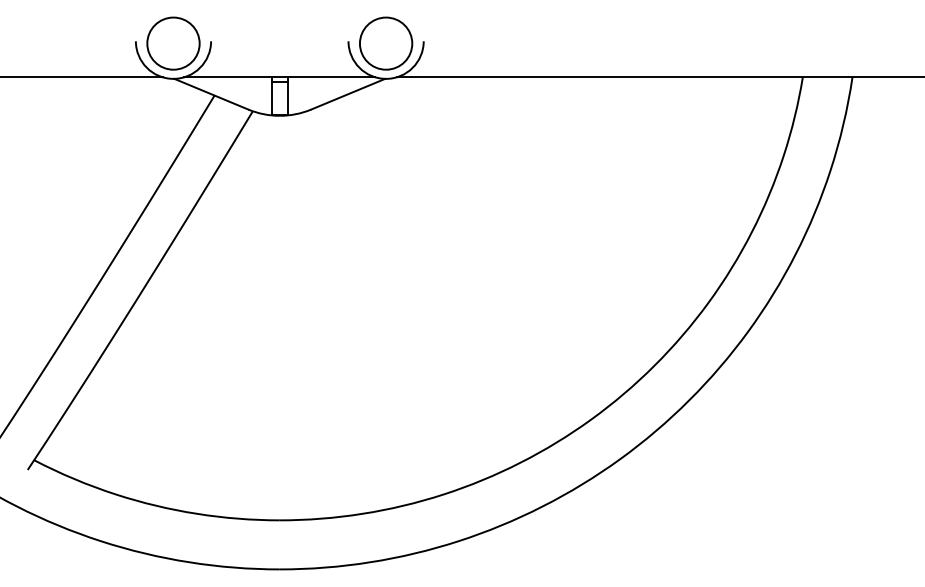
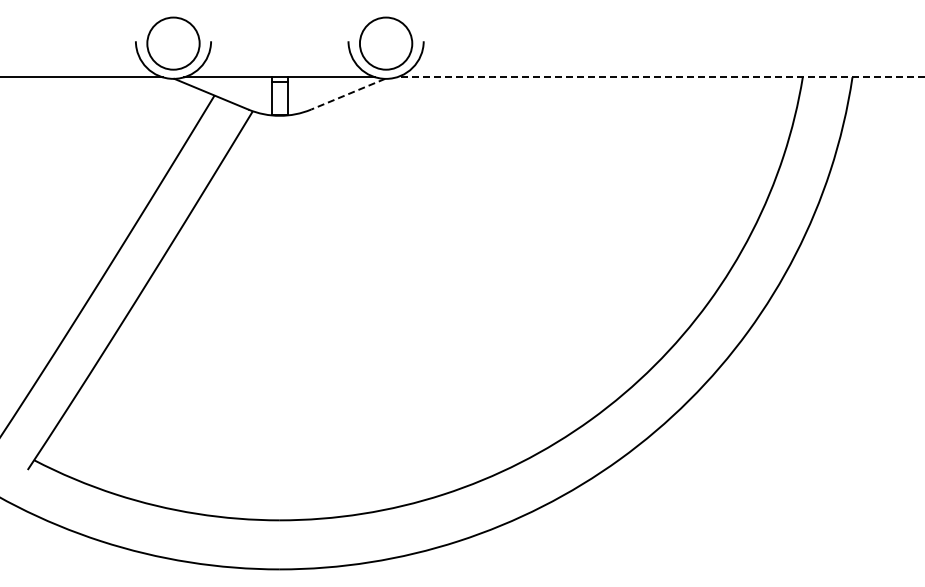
line at (660, 77): solid -> dashed
line at (347, 94): solid -> dashed
